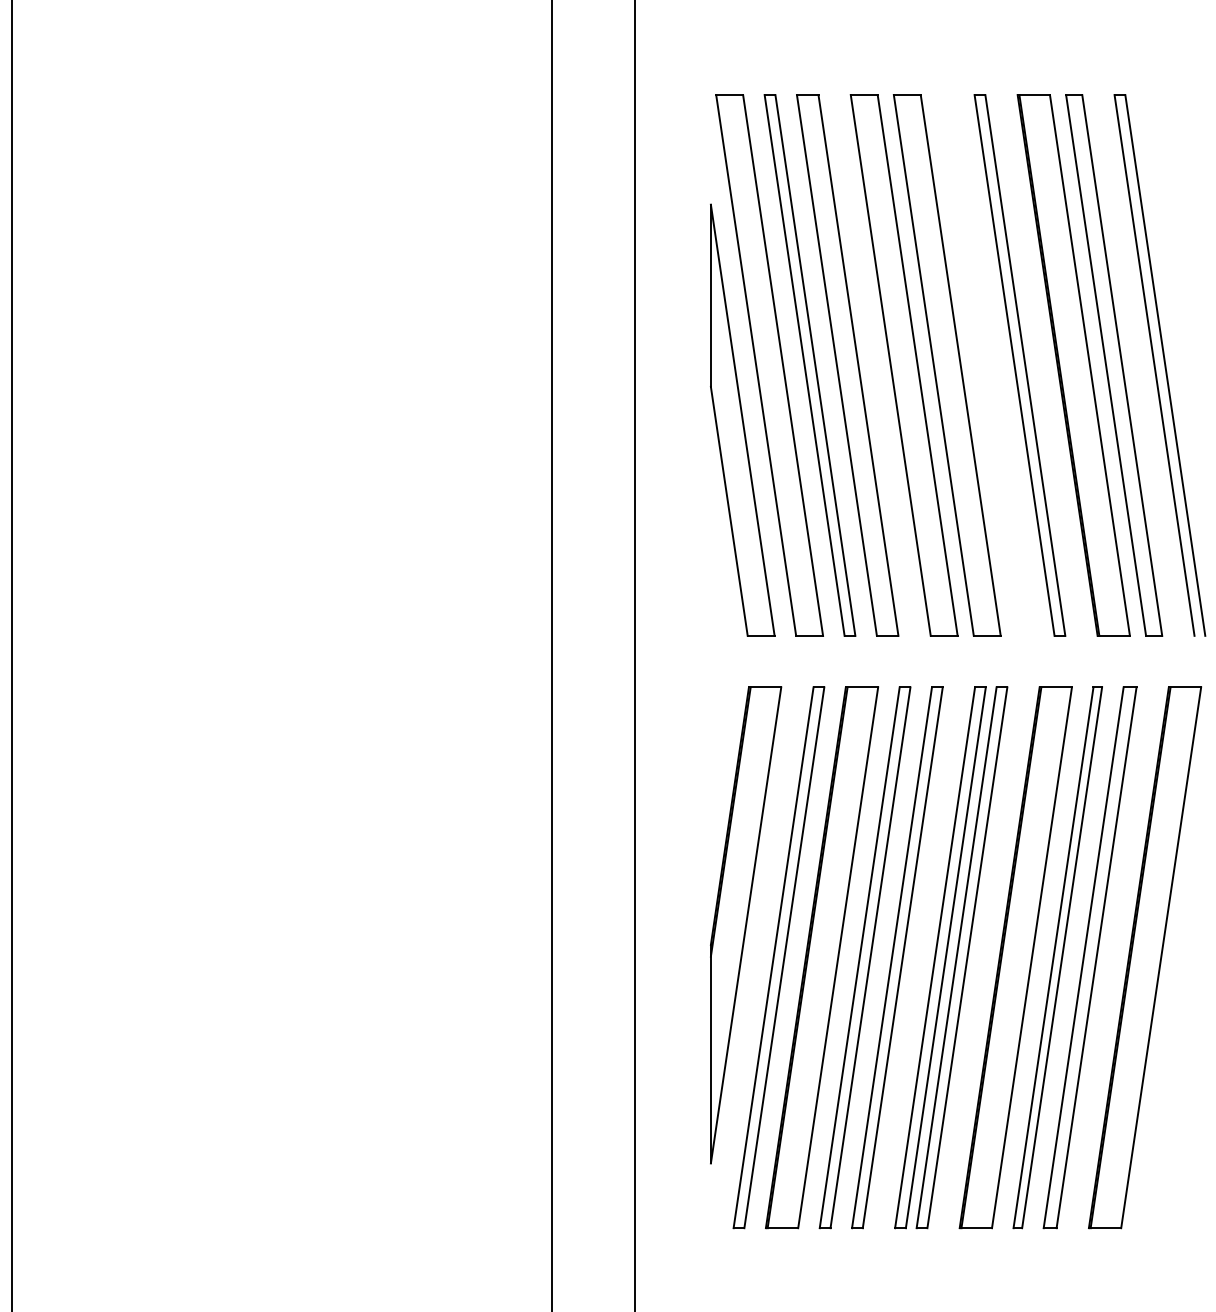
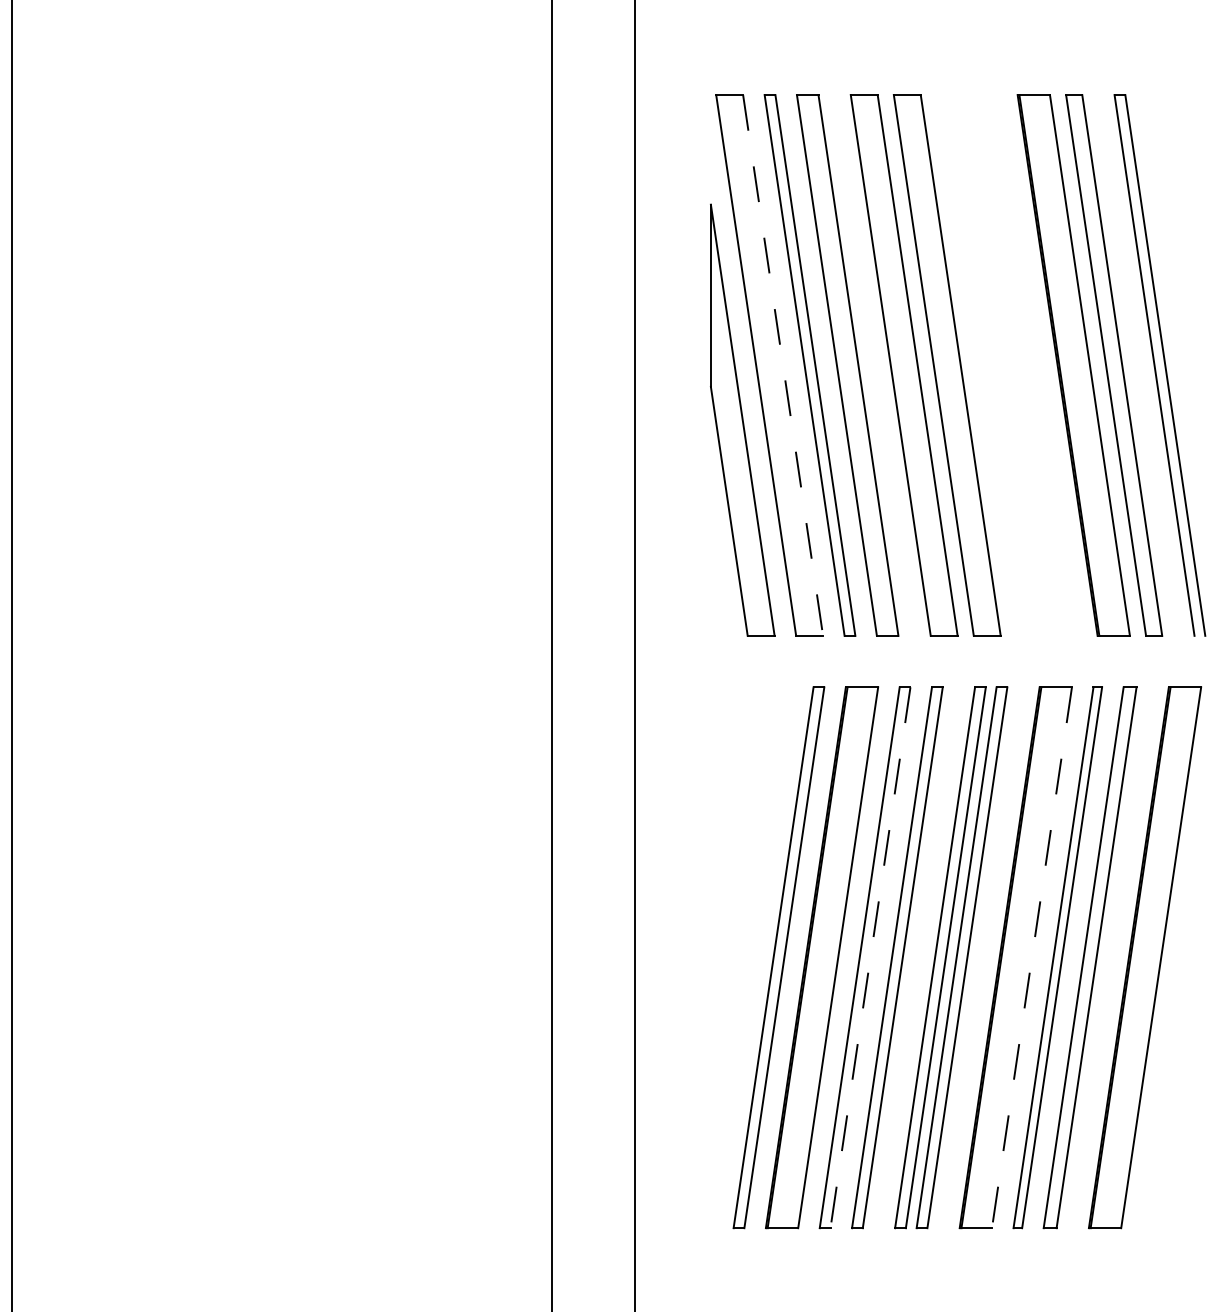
line at (783, 365): solid -> dashed
part at (1019, 365): present -> none
part at (746, 925): present -> none
line at (870, 958): solid -> dashed
line at (1031, 958): solid -> dashed
